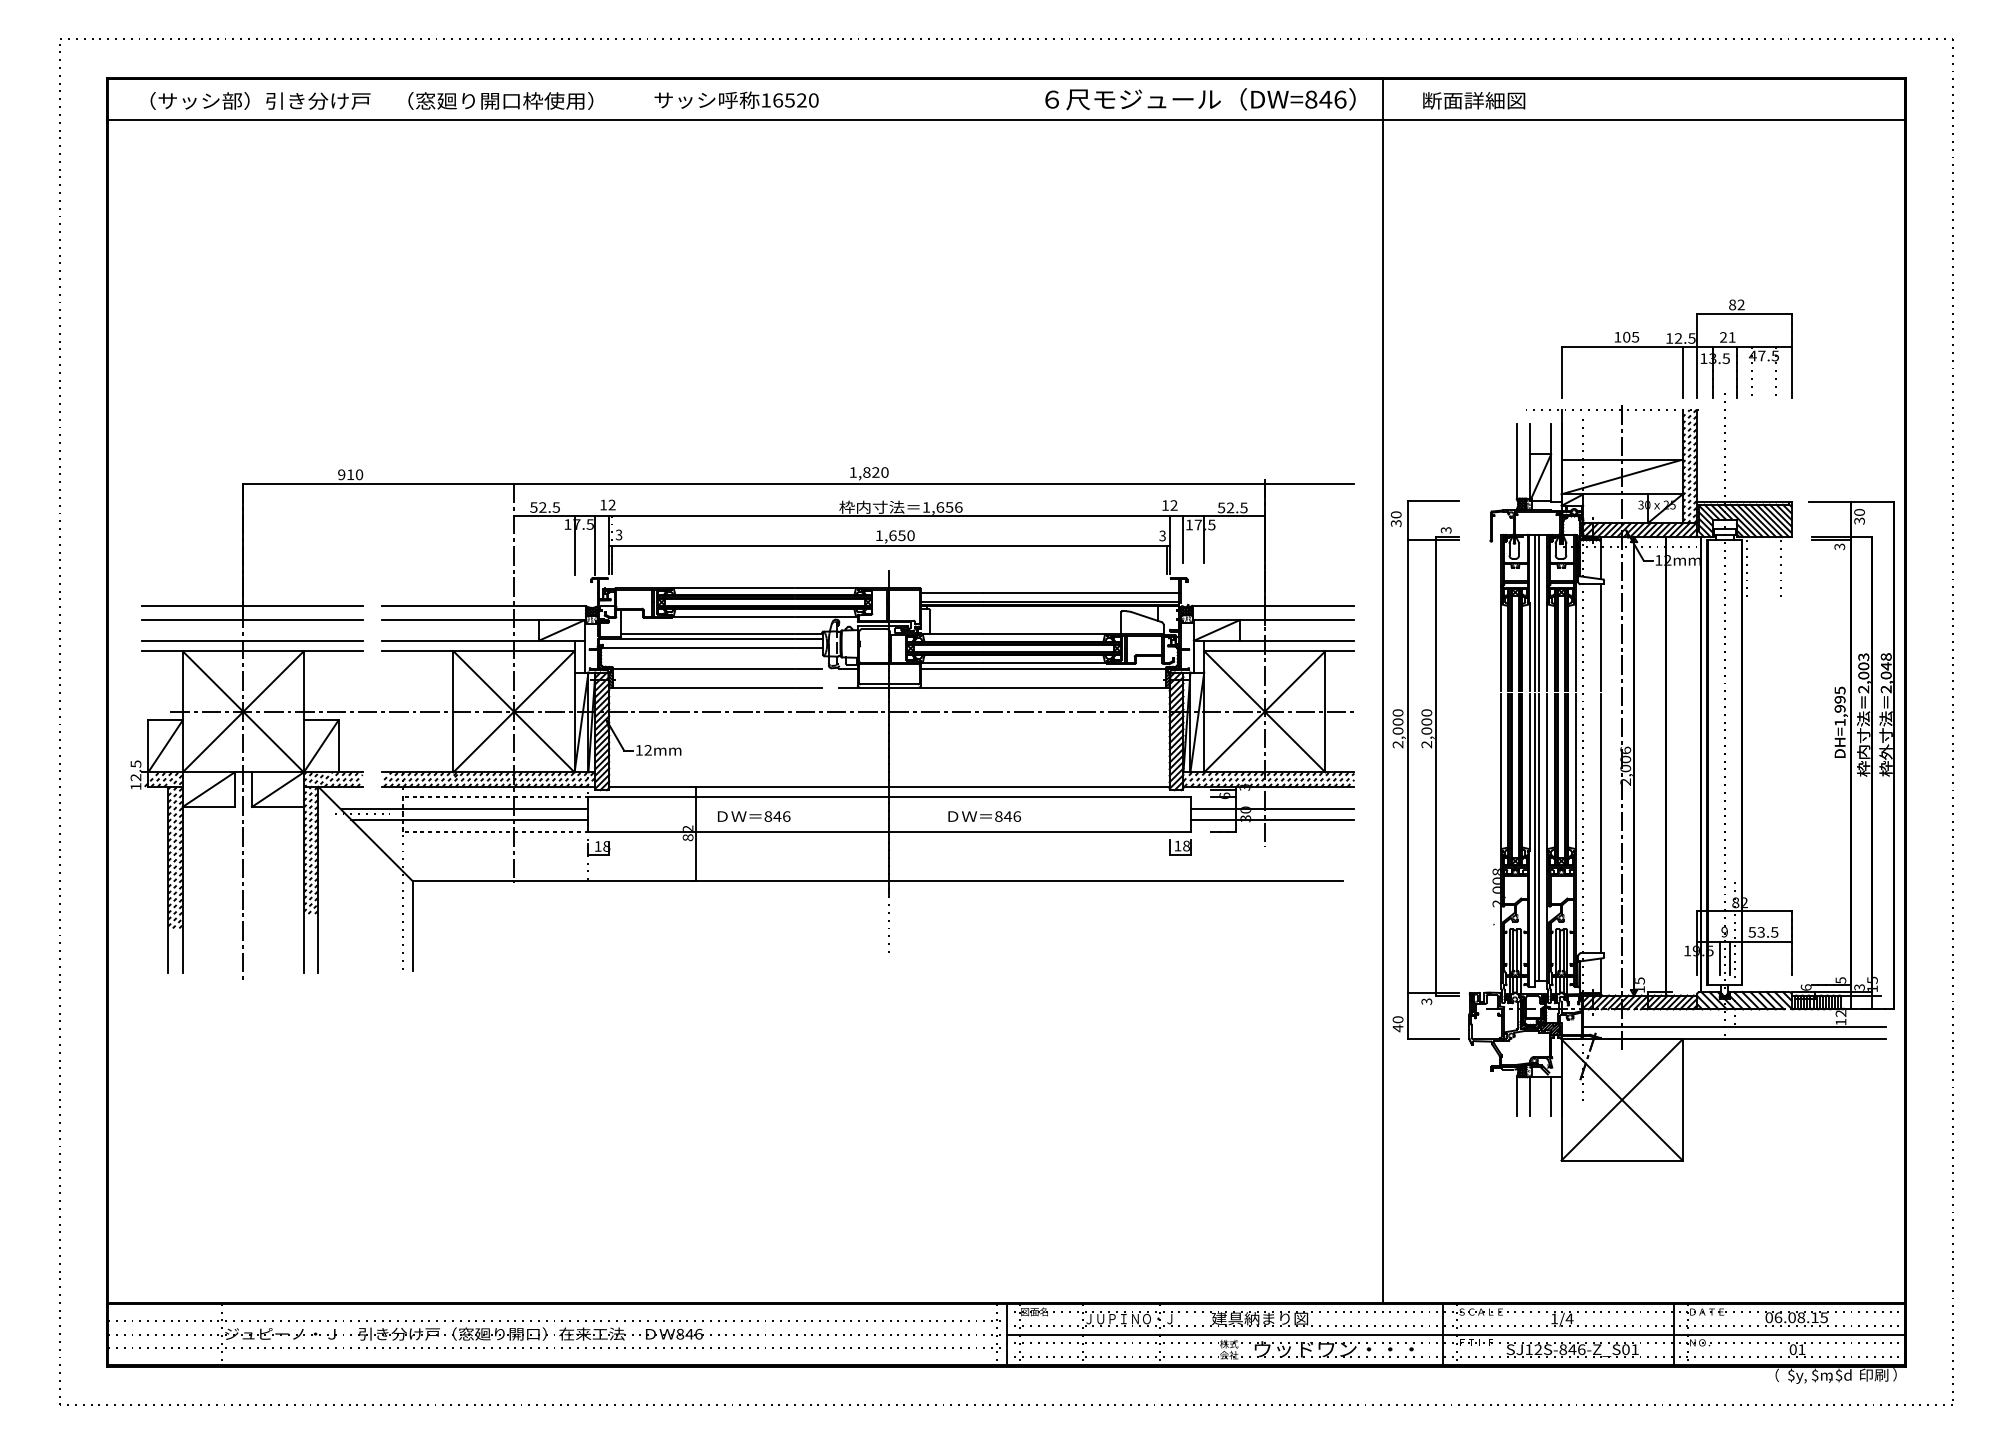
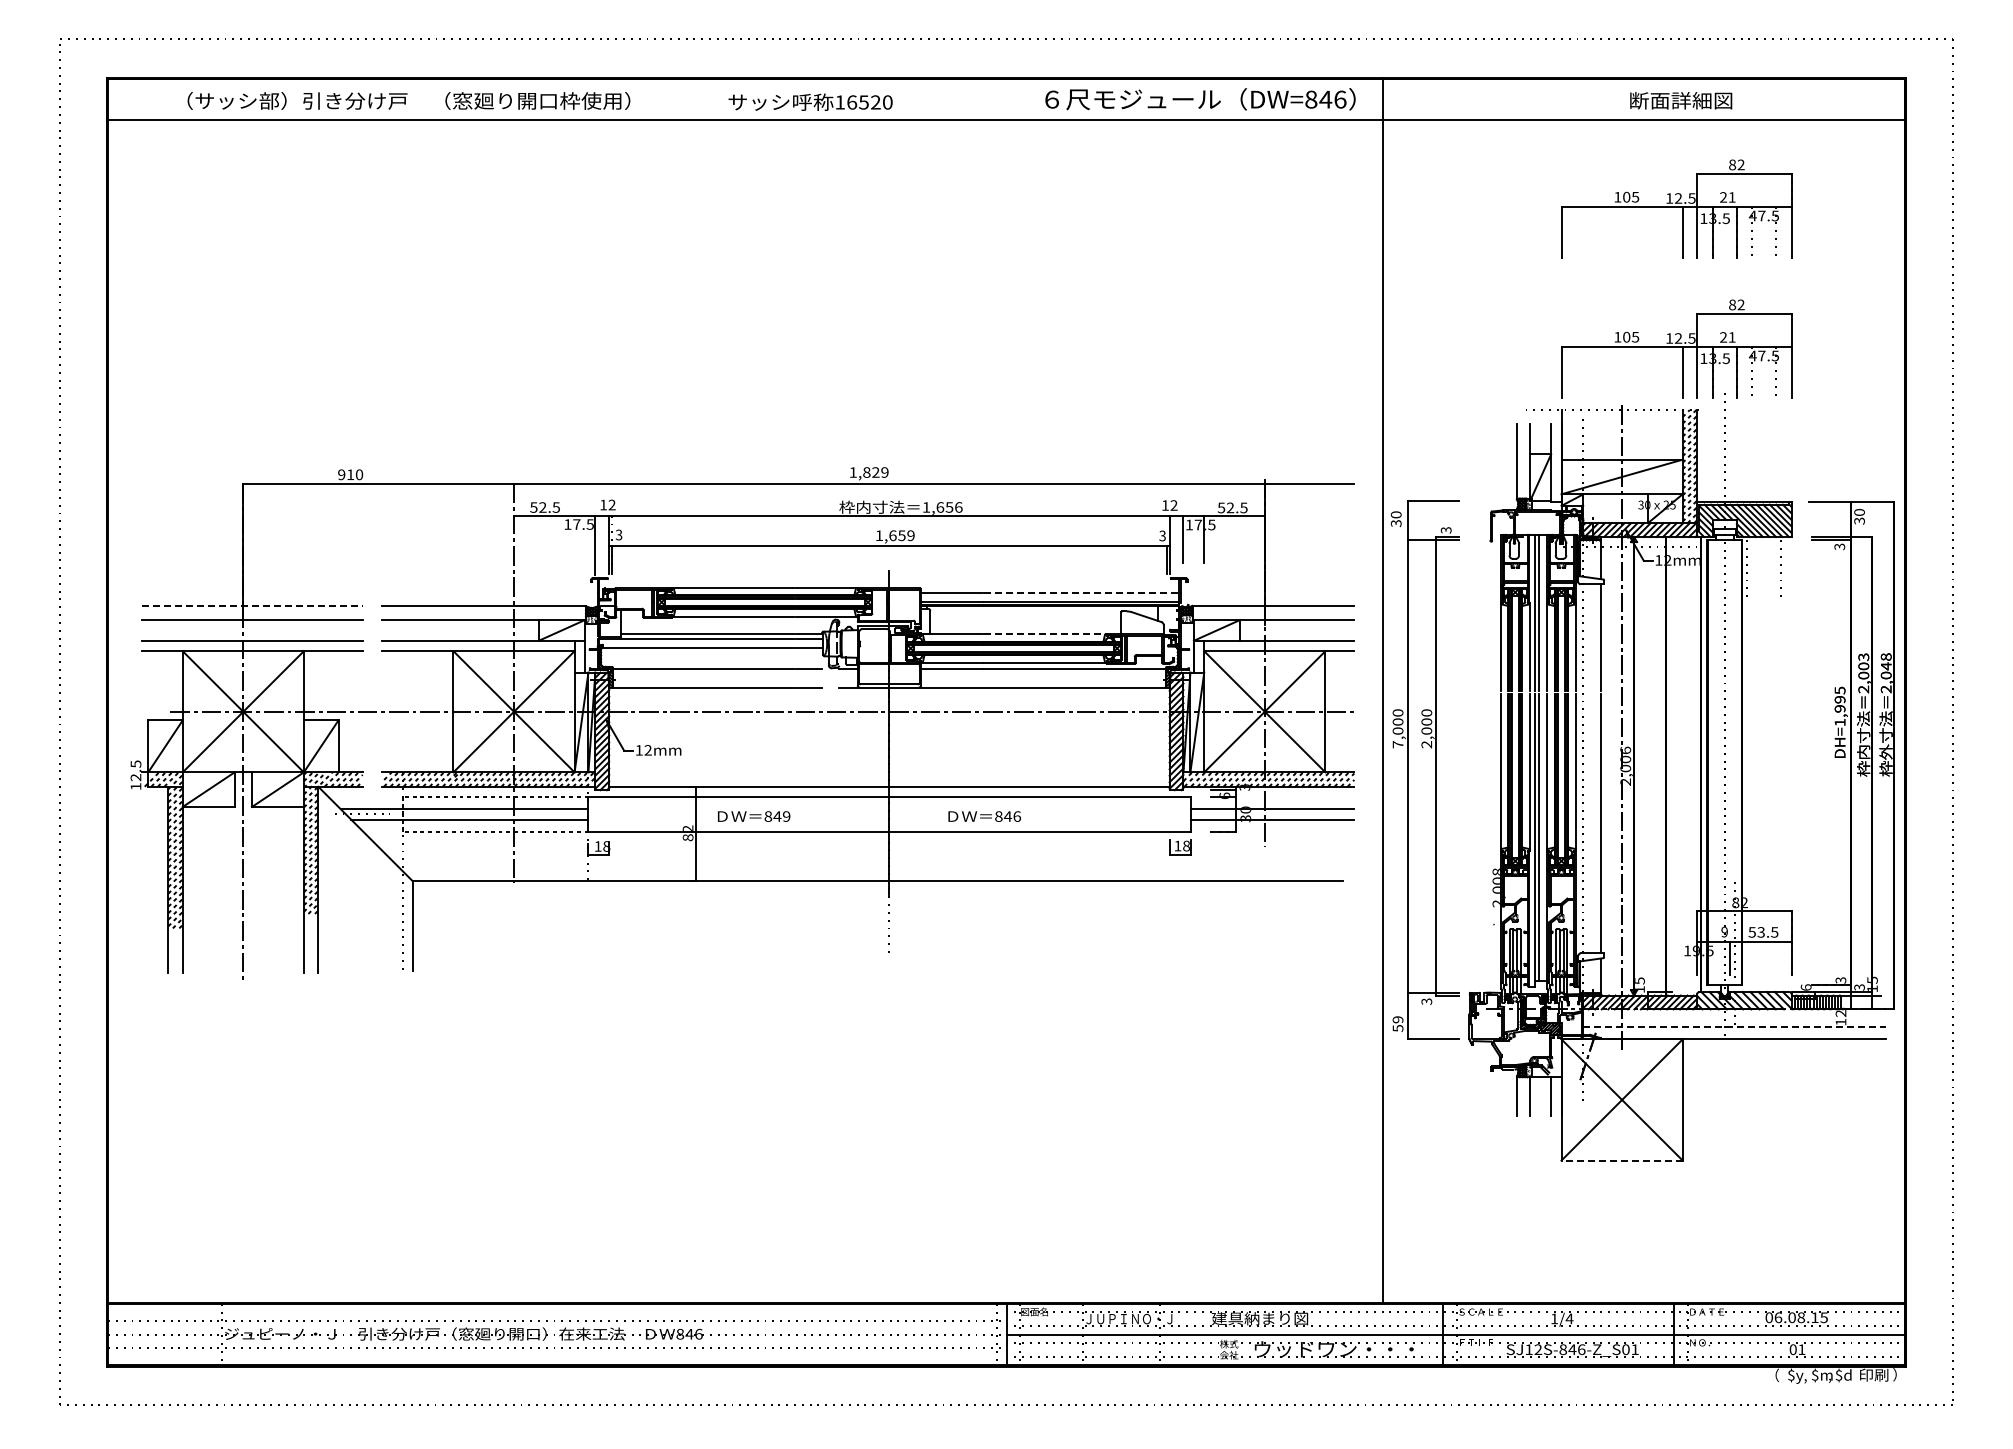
text at (736, 99) position: (736, 99) -> (810, 101)
text at (371, 100) position: (371, 100) -> (408, 100)
text at (1474, 100) position: (1474, 100) -> (1681, 100)
part at (1676, 208): none -> present
text at (884, 472): 1,820 -> 1,829
text at (910, 535): 1,650 -> 1,659
line at (574, 545): present -> none
line at (1081, 593): solid -> dashed
line at (252, 606): solid -> dashed
line at (1045, 634): solid -> dashed
text at (1397, 744): 2,000 -> 7,000
text at (786, 816): 846 -> 849
line at (1719, 958): present -> none
text at (1840, 980): 5 -> 3
text at (1397, 1024): 40 -> 59
line at (1735, 1026): solid -> dashed
line at (1622, 1160): solid -> dashed
